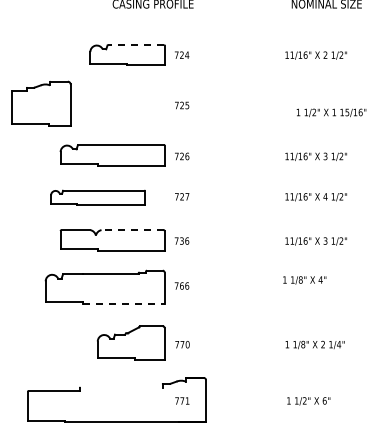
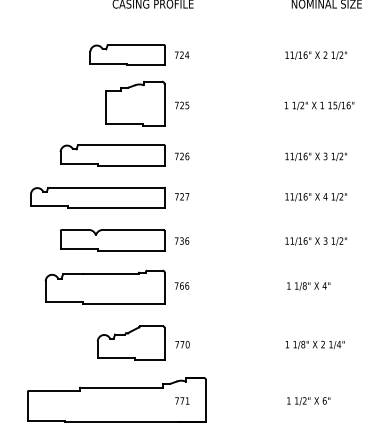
line at (135, 45): dashed -> solid
part at (41, 103) position: (41, 103) -> (135, 103)
text at (331, 112) position: (331, 112) -> (319, 105)
part at (97, 197) size: 96x17 px -> 136x23 px
line at (132, 230): dashed -> solid
text at (304, 280) position: (304, 280) -> (308, 286)
line at (123, 304): dashed -> solid
line at (121, 387): none -> present
